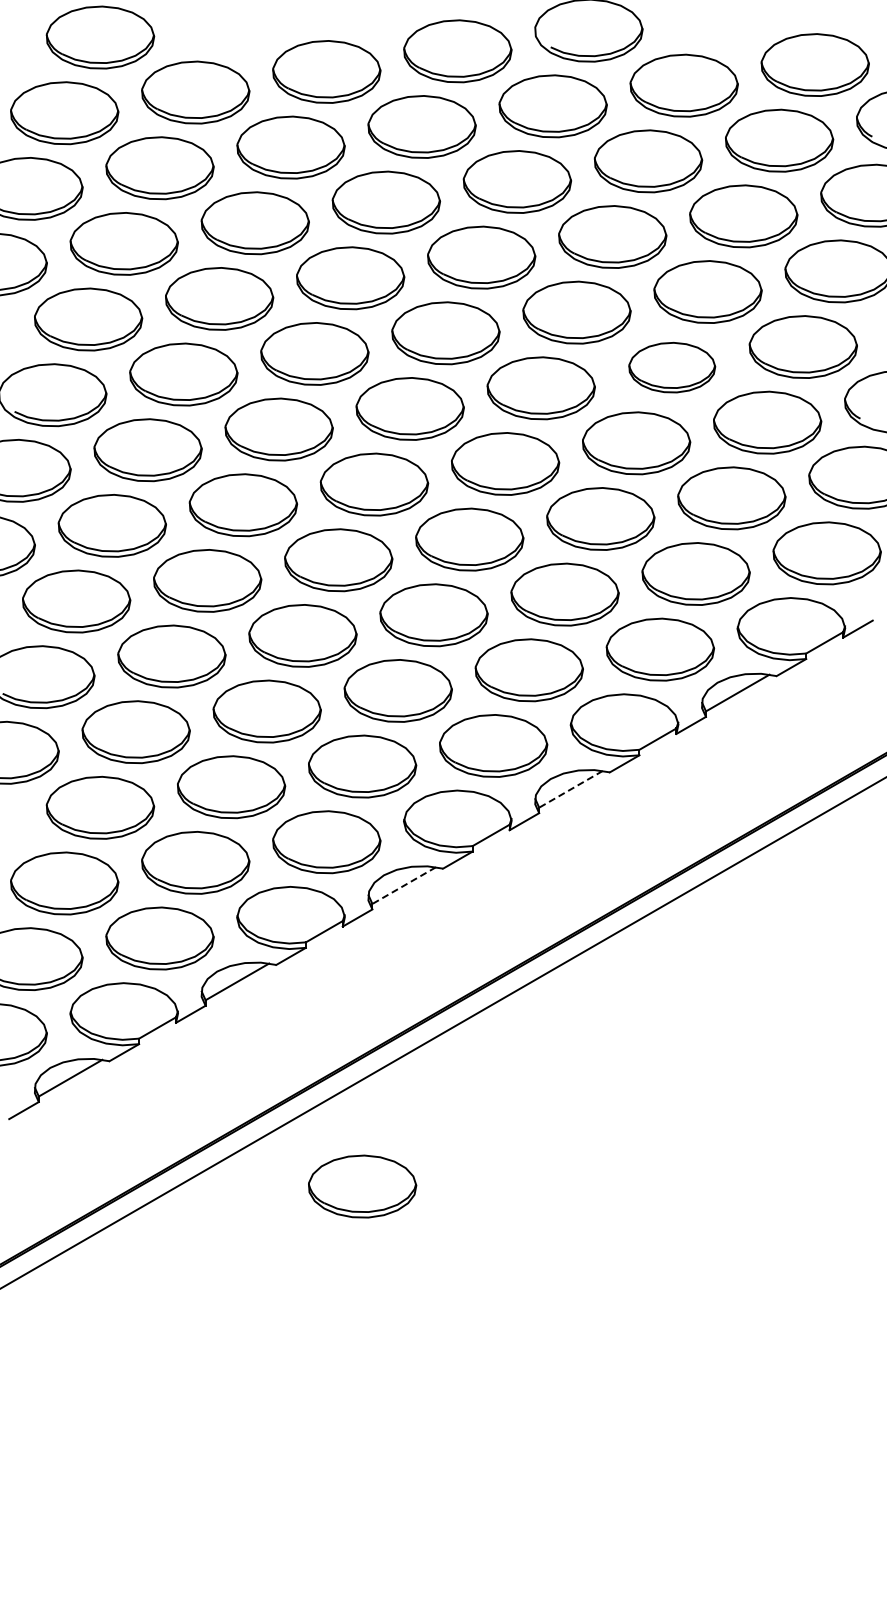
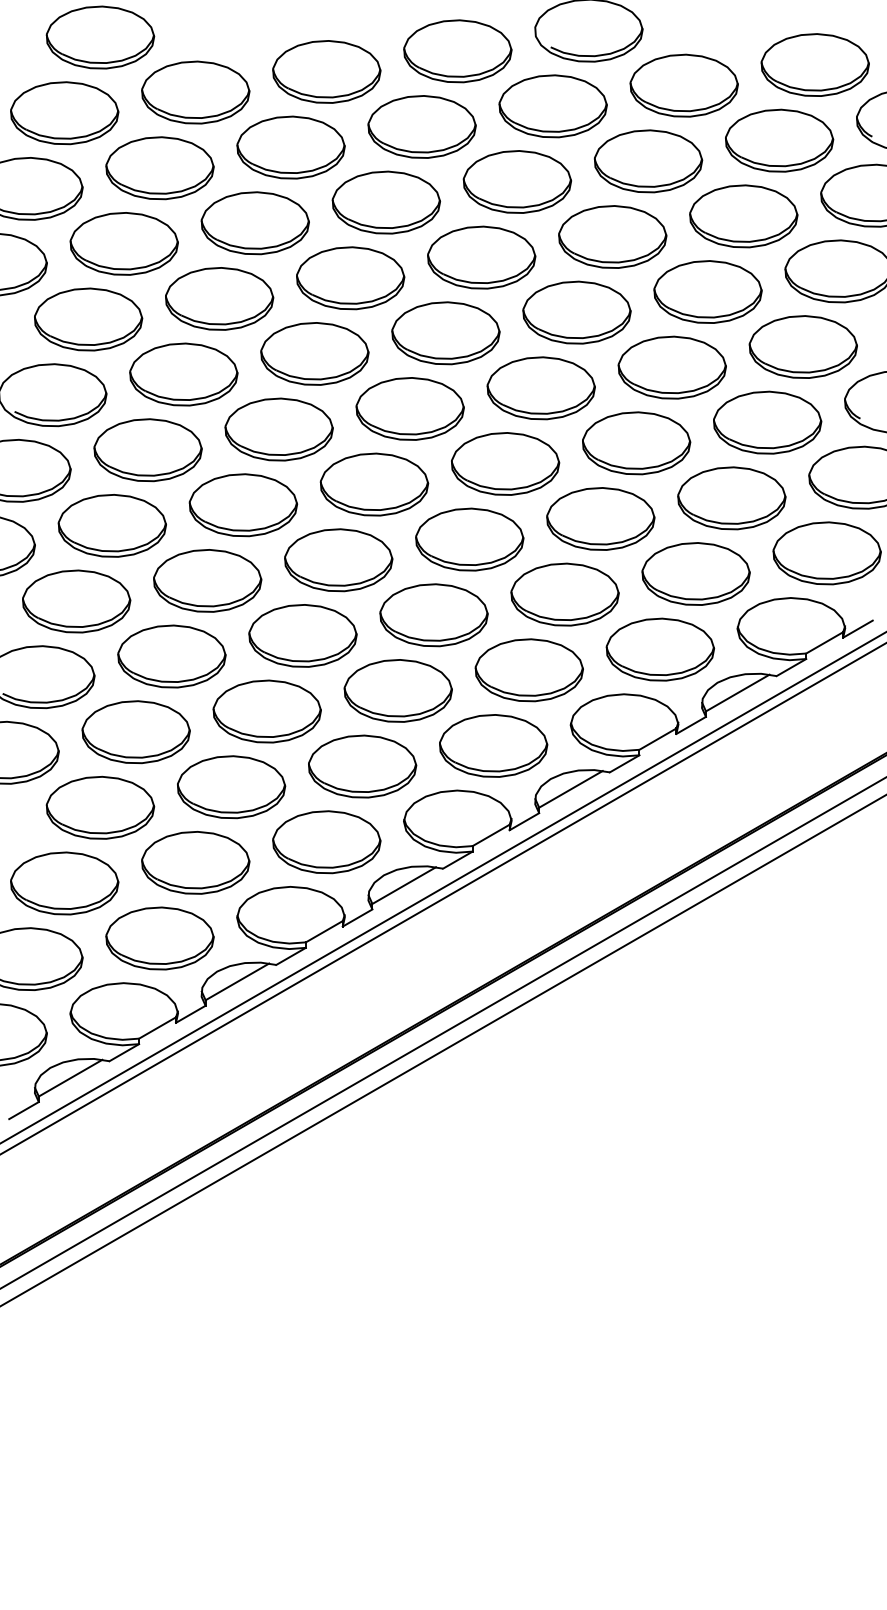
part at (672, 367) size: 89x52 px -> 110x65 px
line at (571, 789): dashed -> solid
line at (404, 885): dashed -> solid
line at (442, 887): none -> present
line at (442, 898): none -> present
line at (442, 1050): none -> present
part at (362, 1186): present -> none
